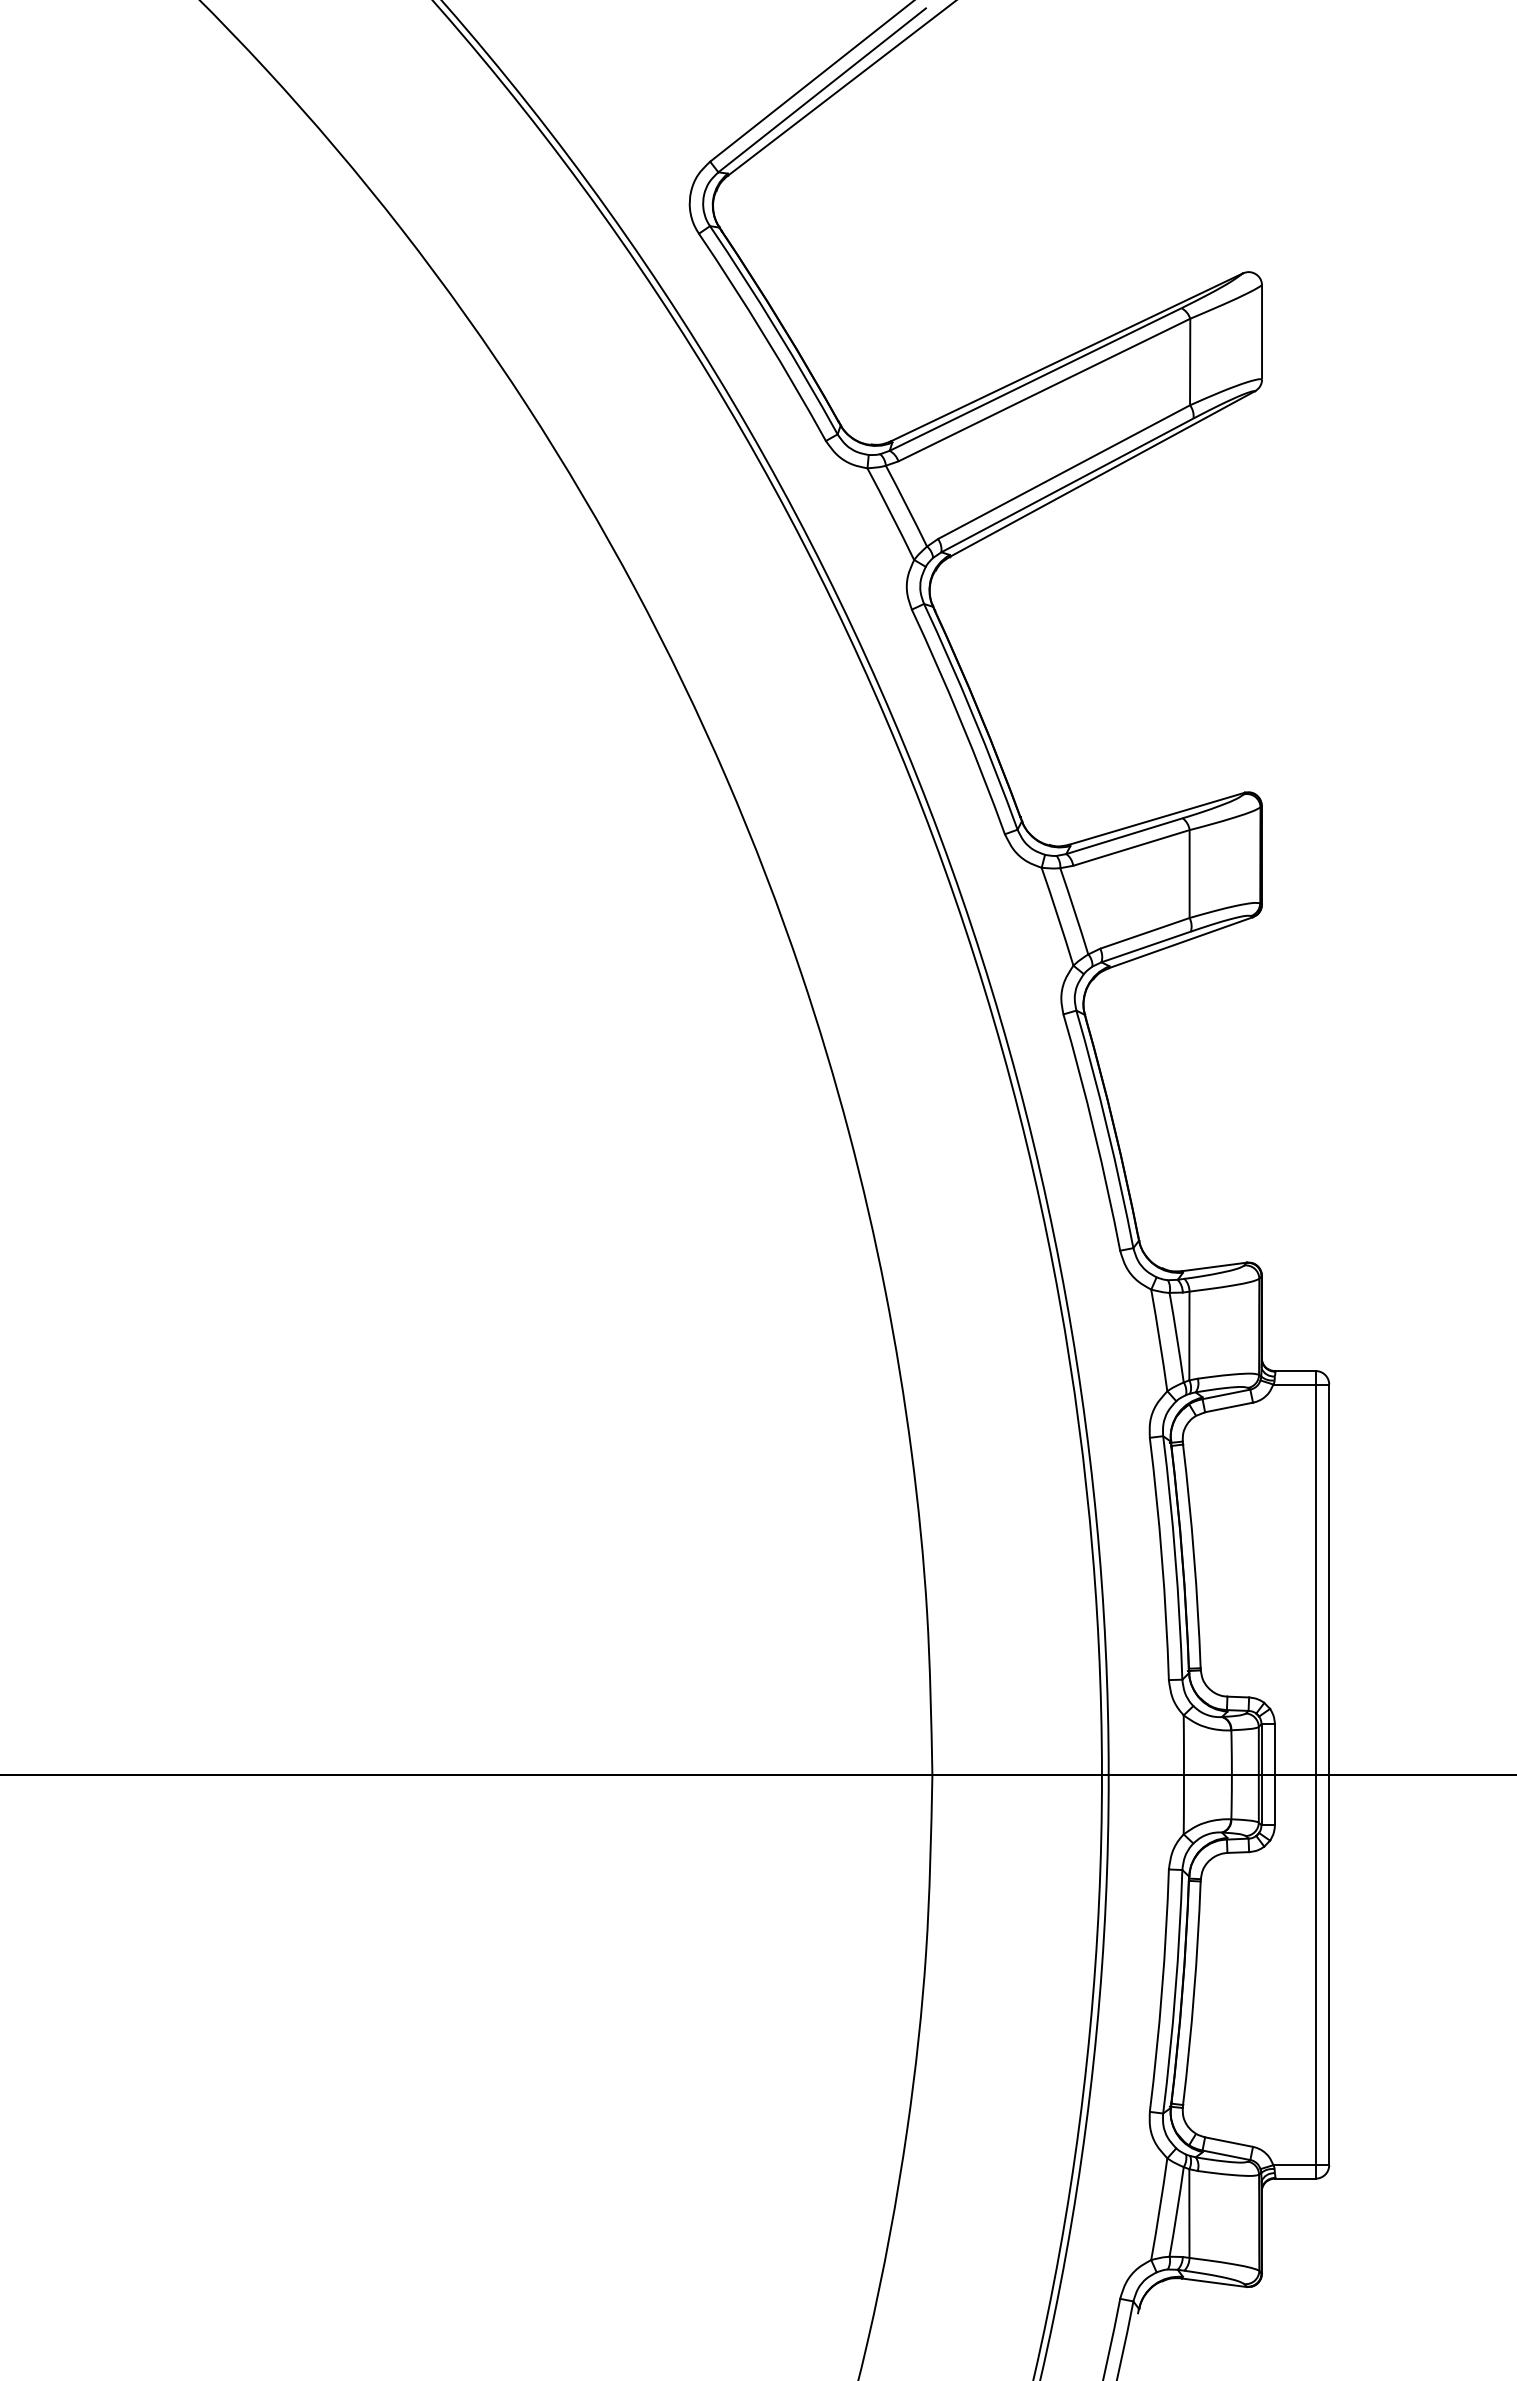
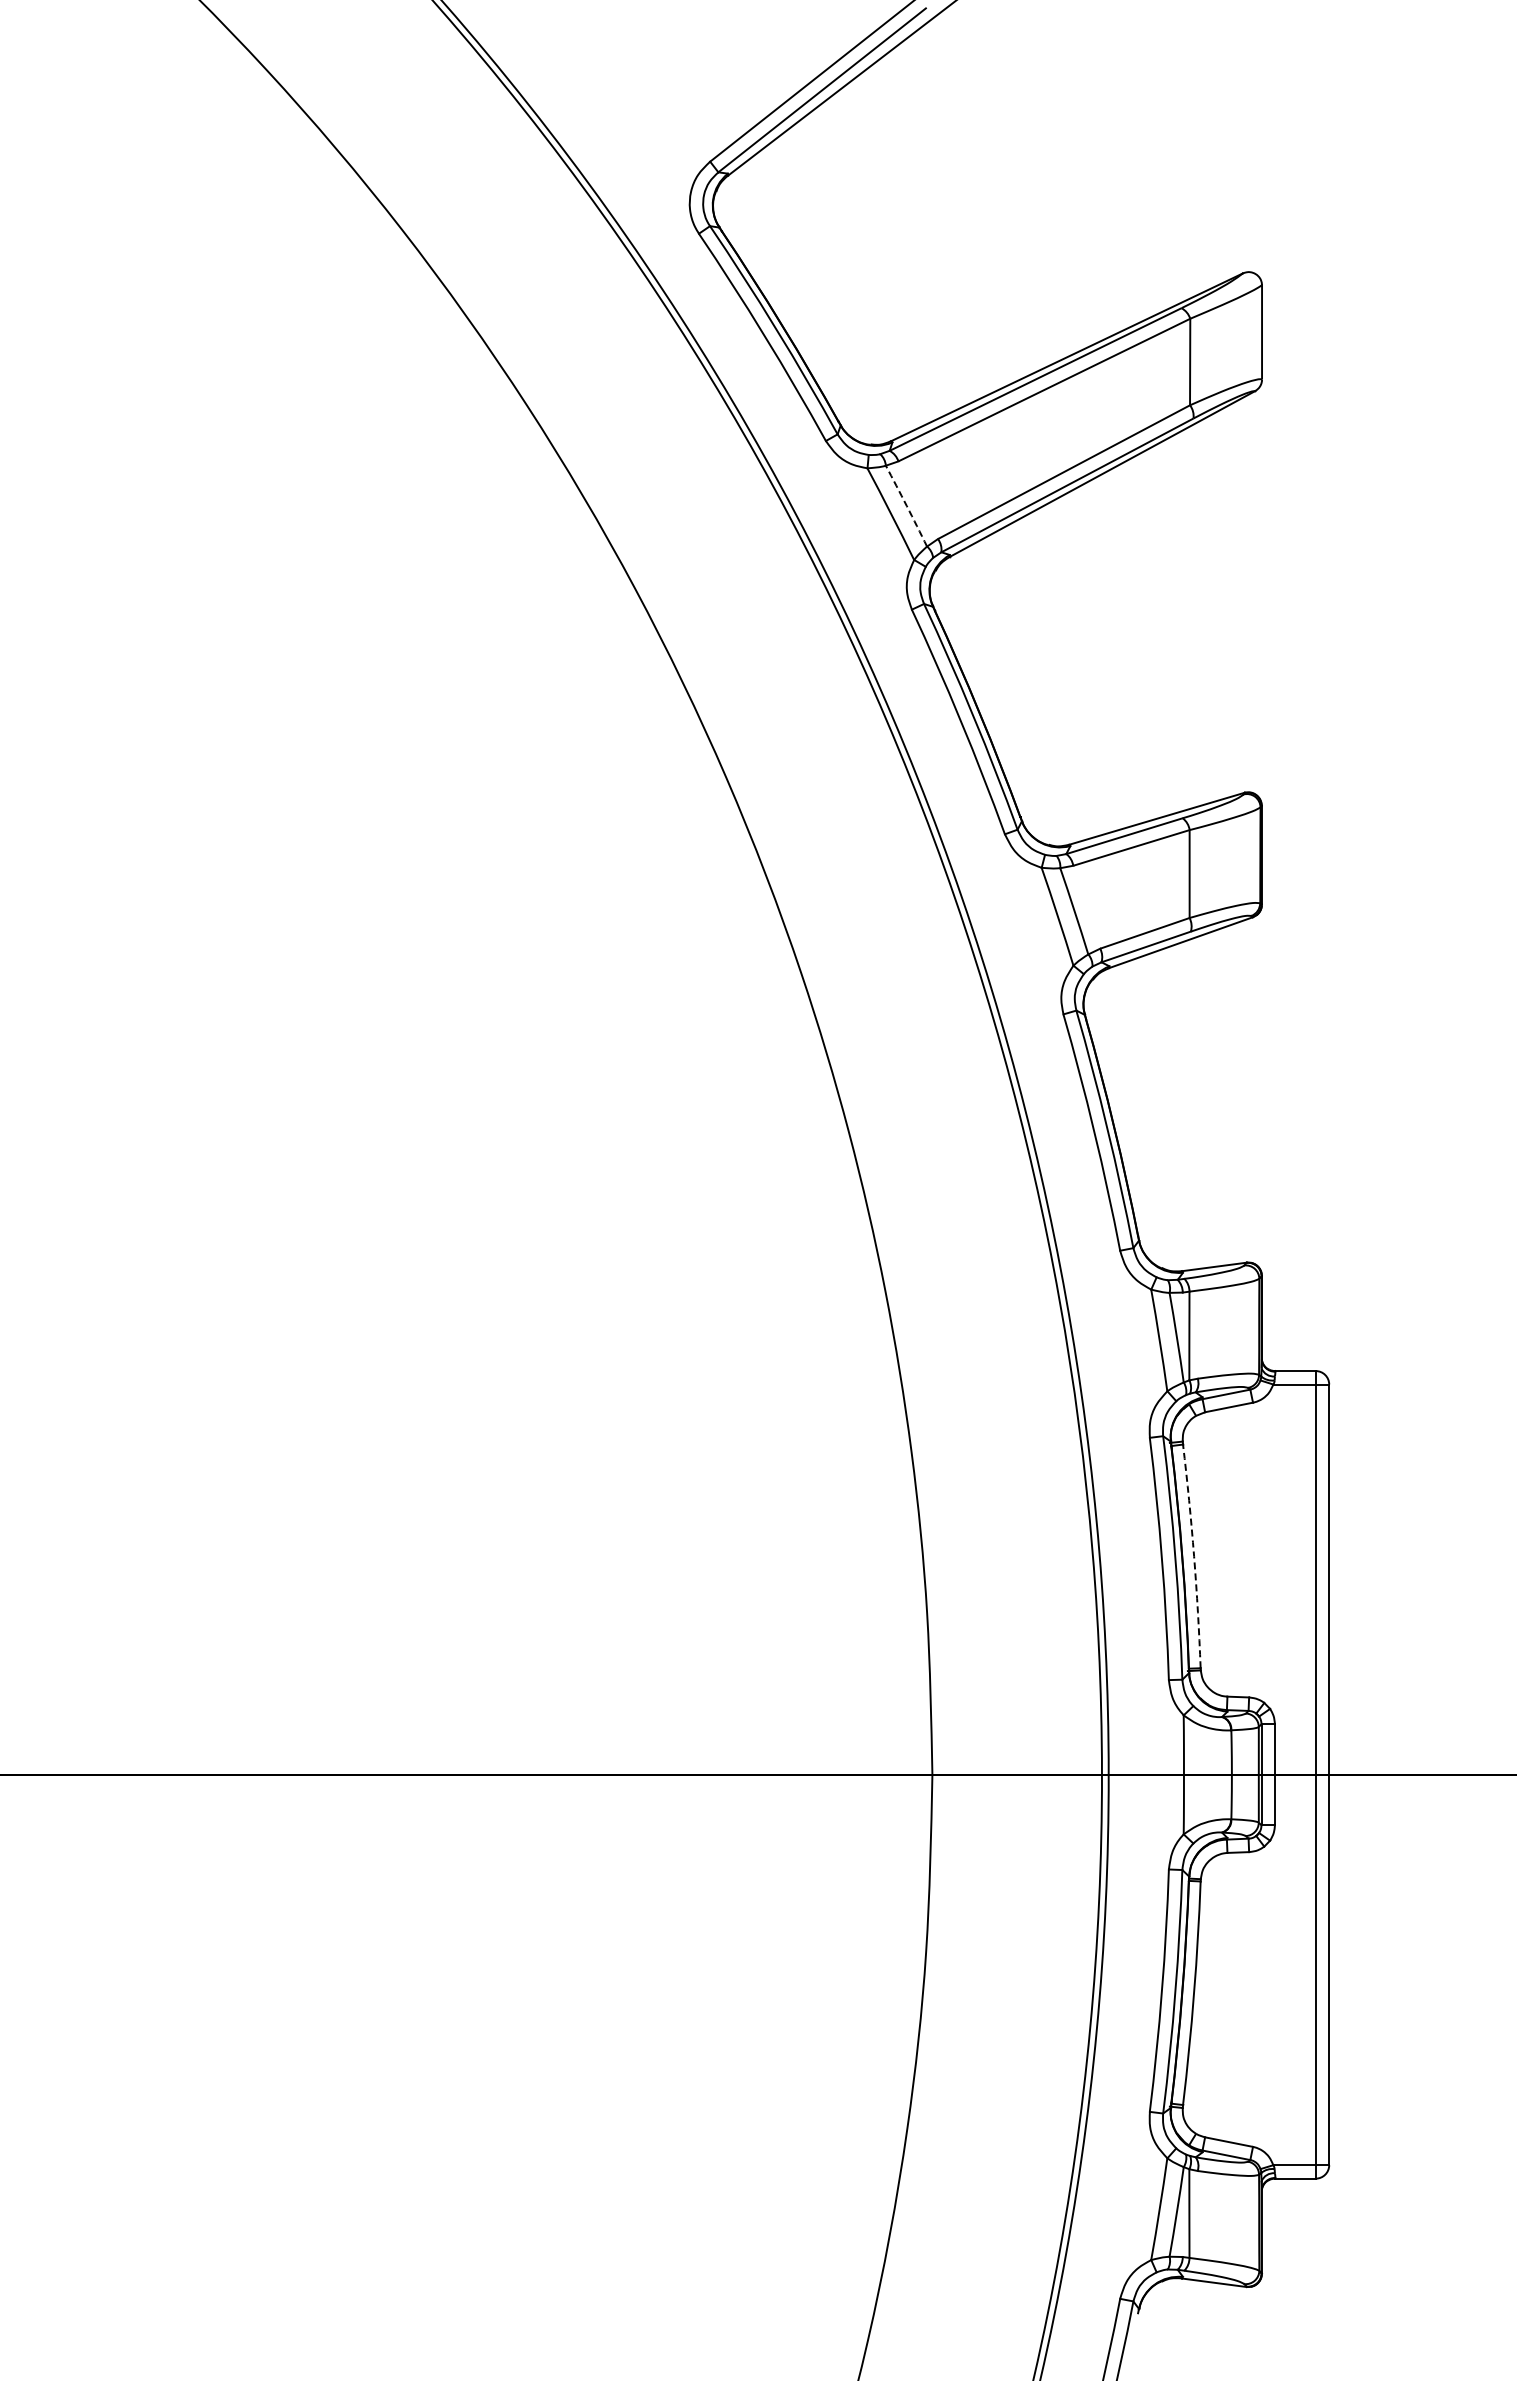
arc at (906, 506): solid -> dashed
arc at (1194, 1556): solid -> dashed
